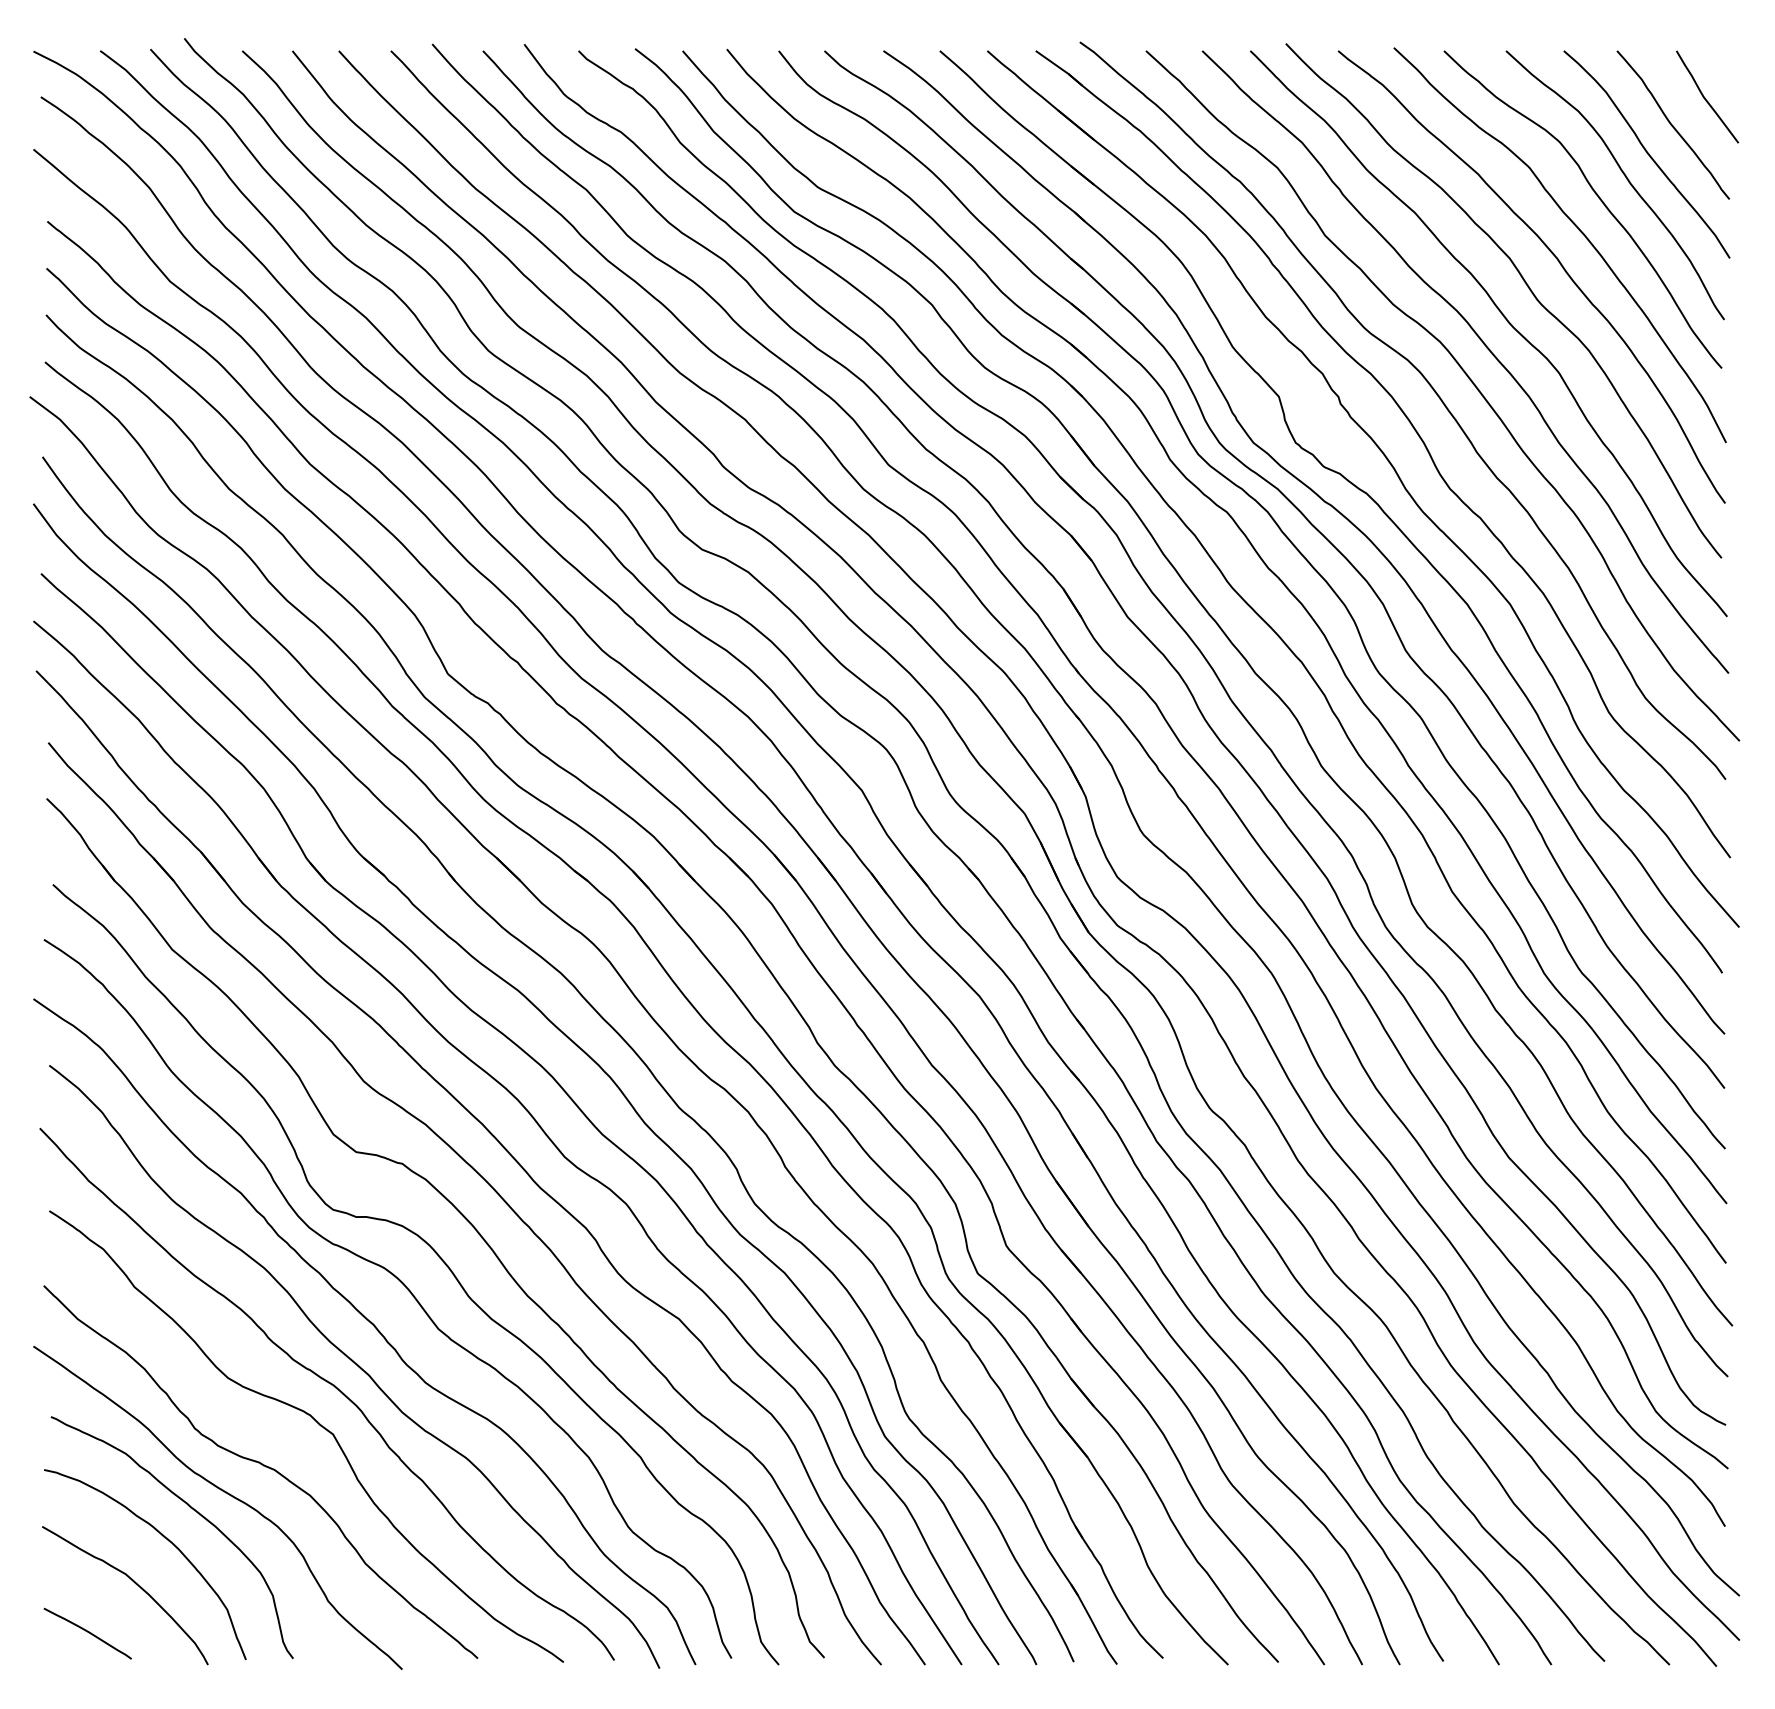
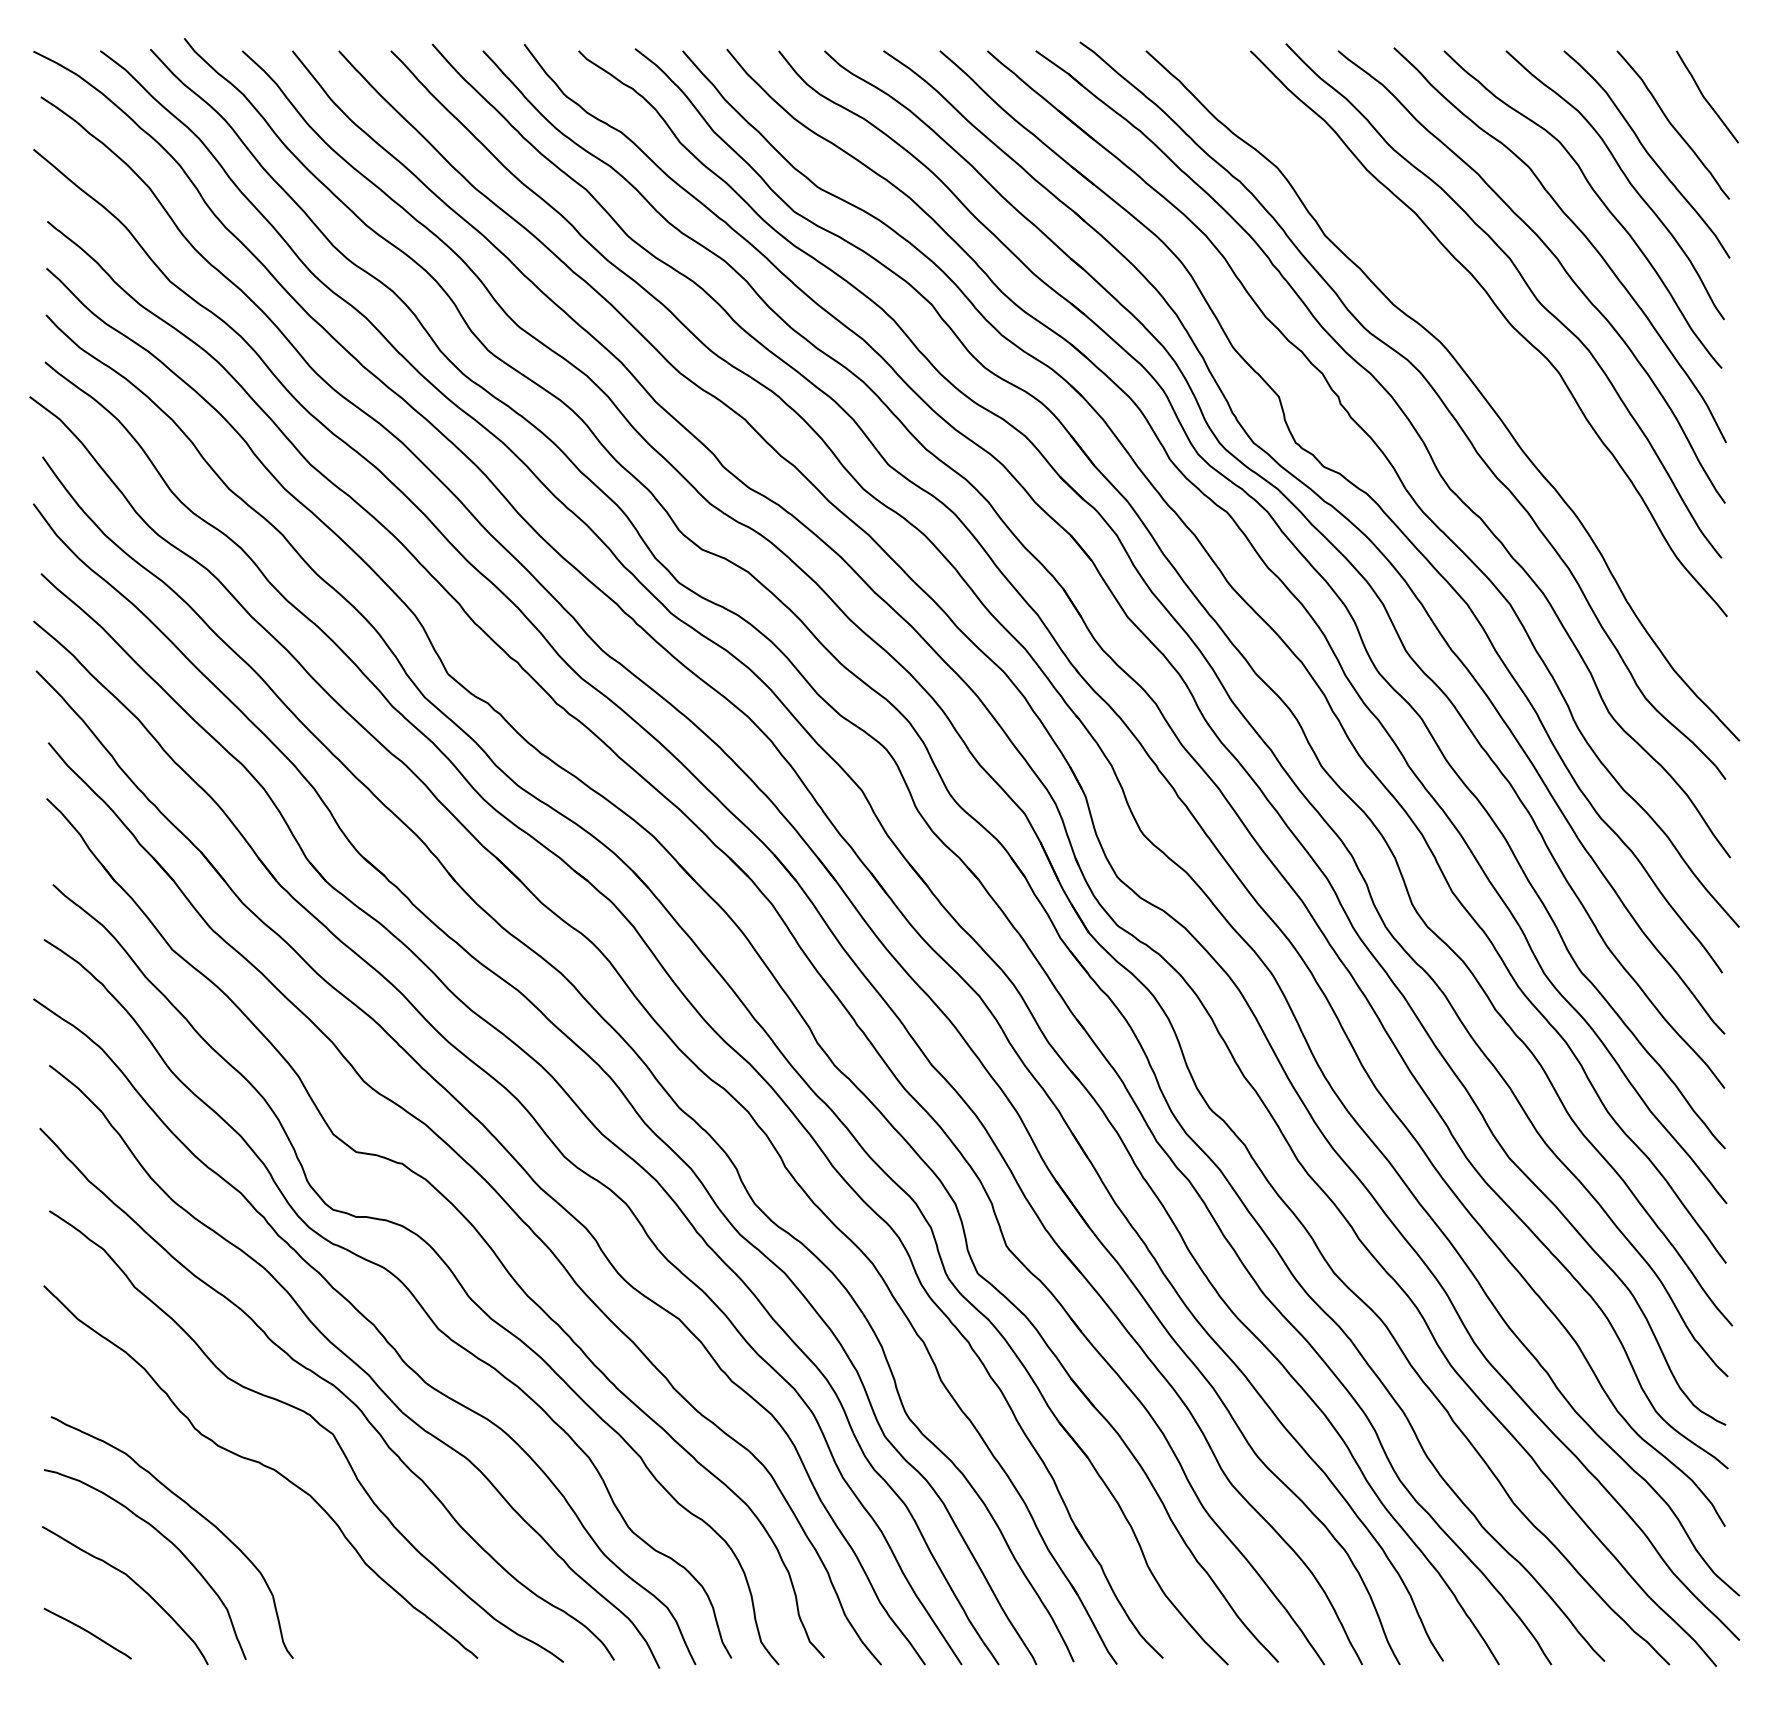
curve at (1486, 348): present -> none
curve at (225, 1493): present -> none
